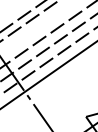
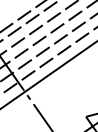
line at (38, 27): none -> present
